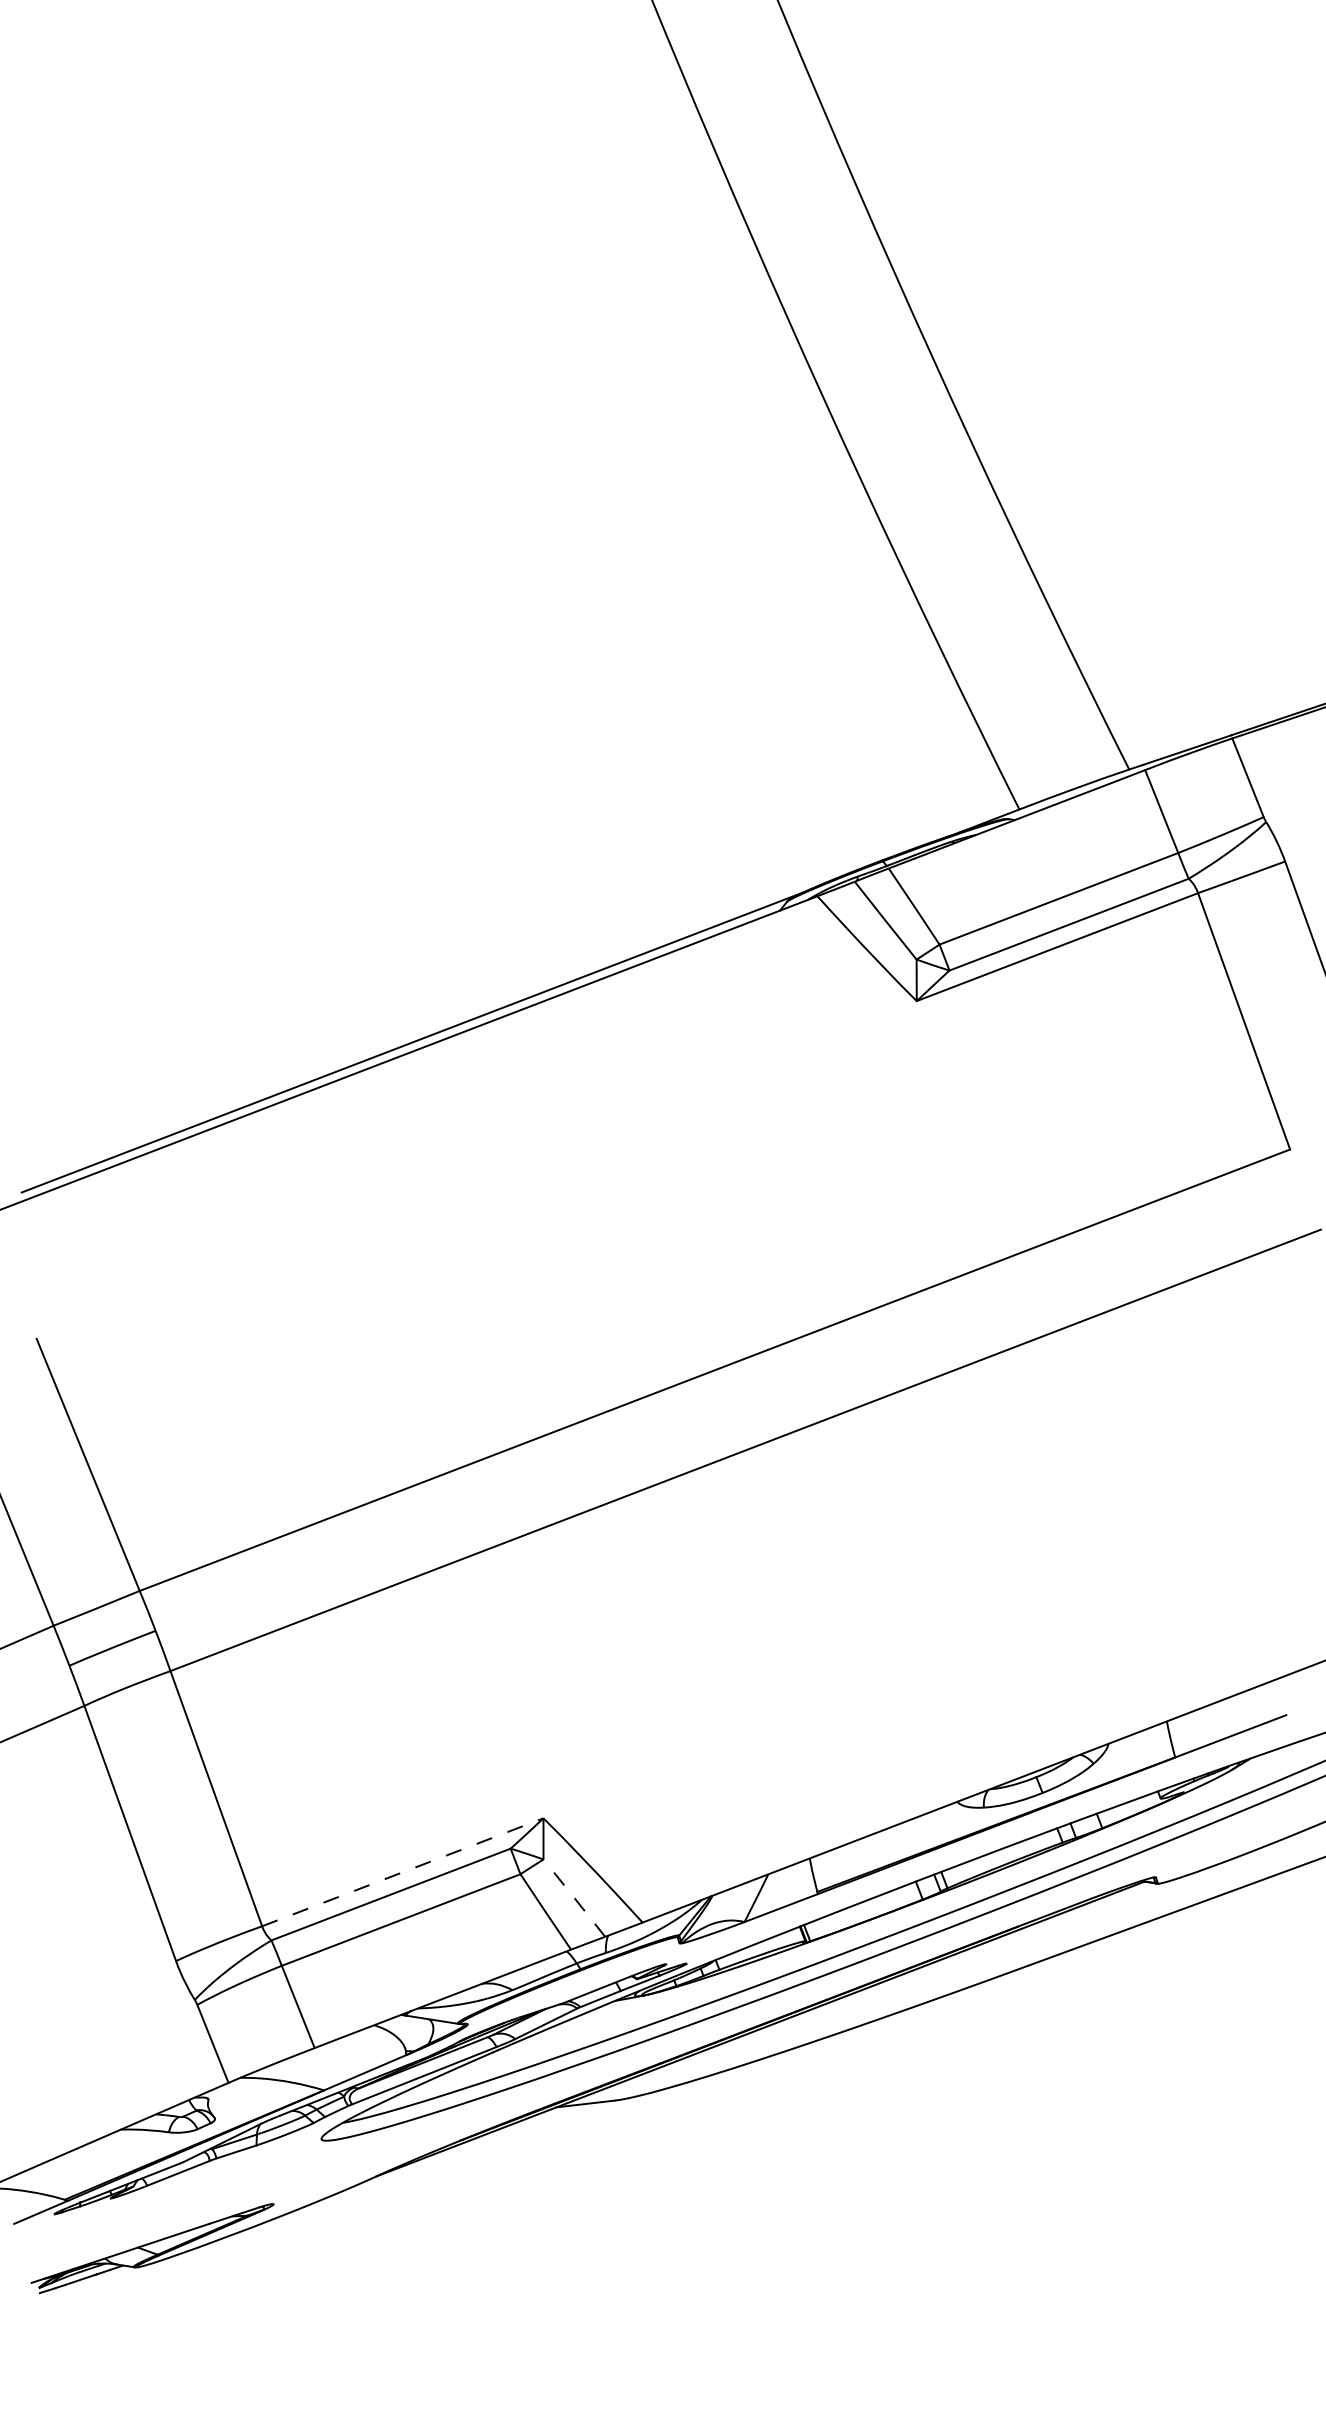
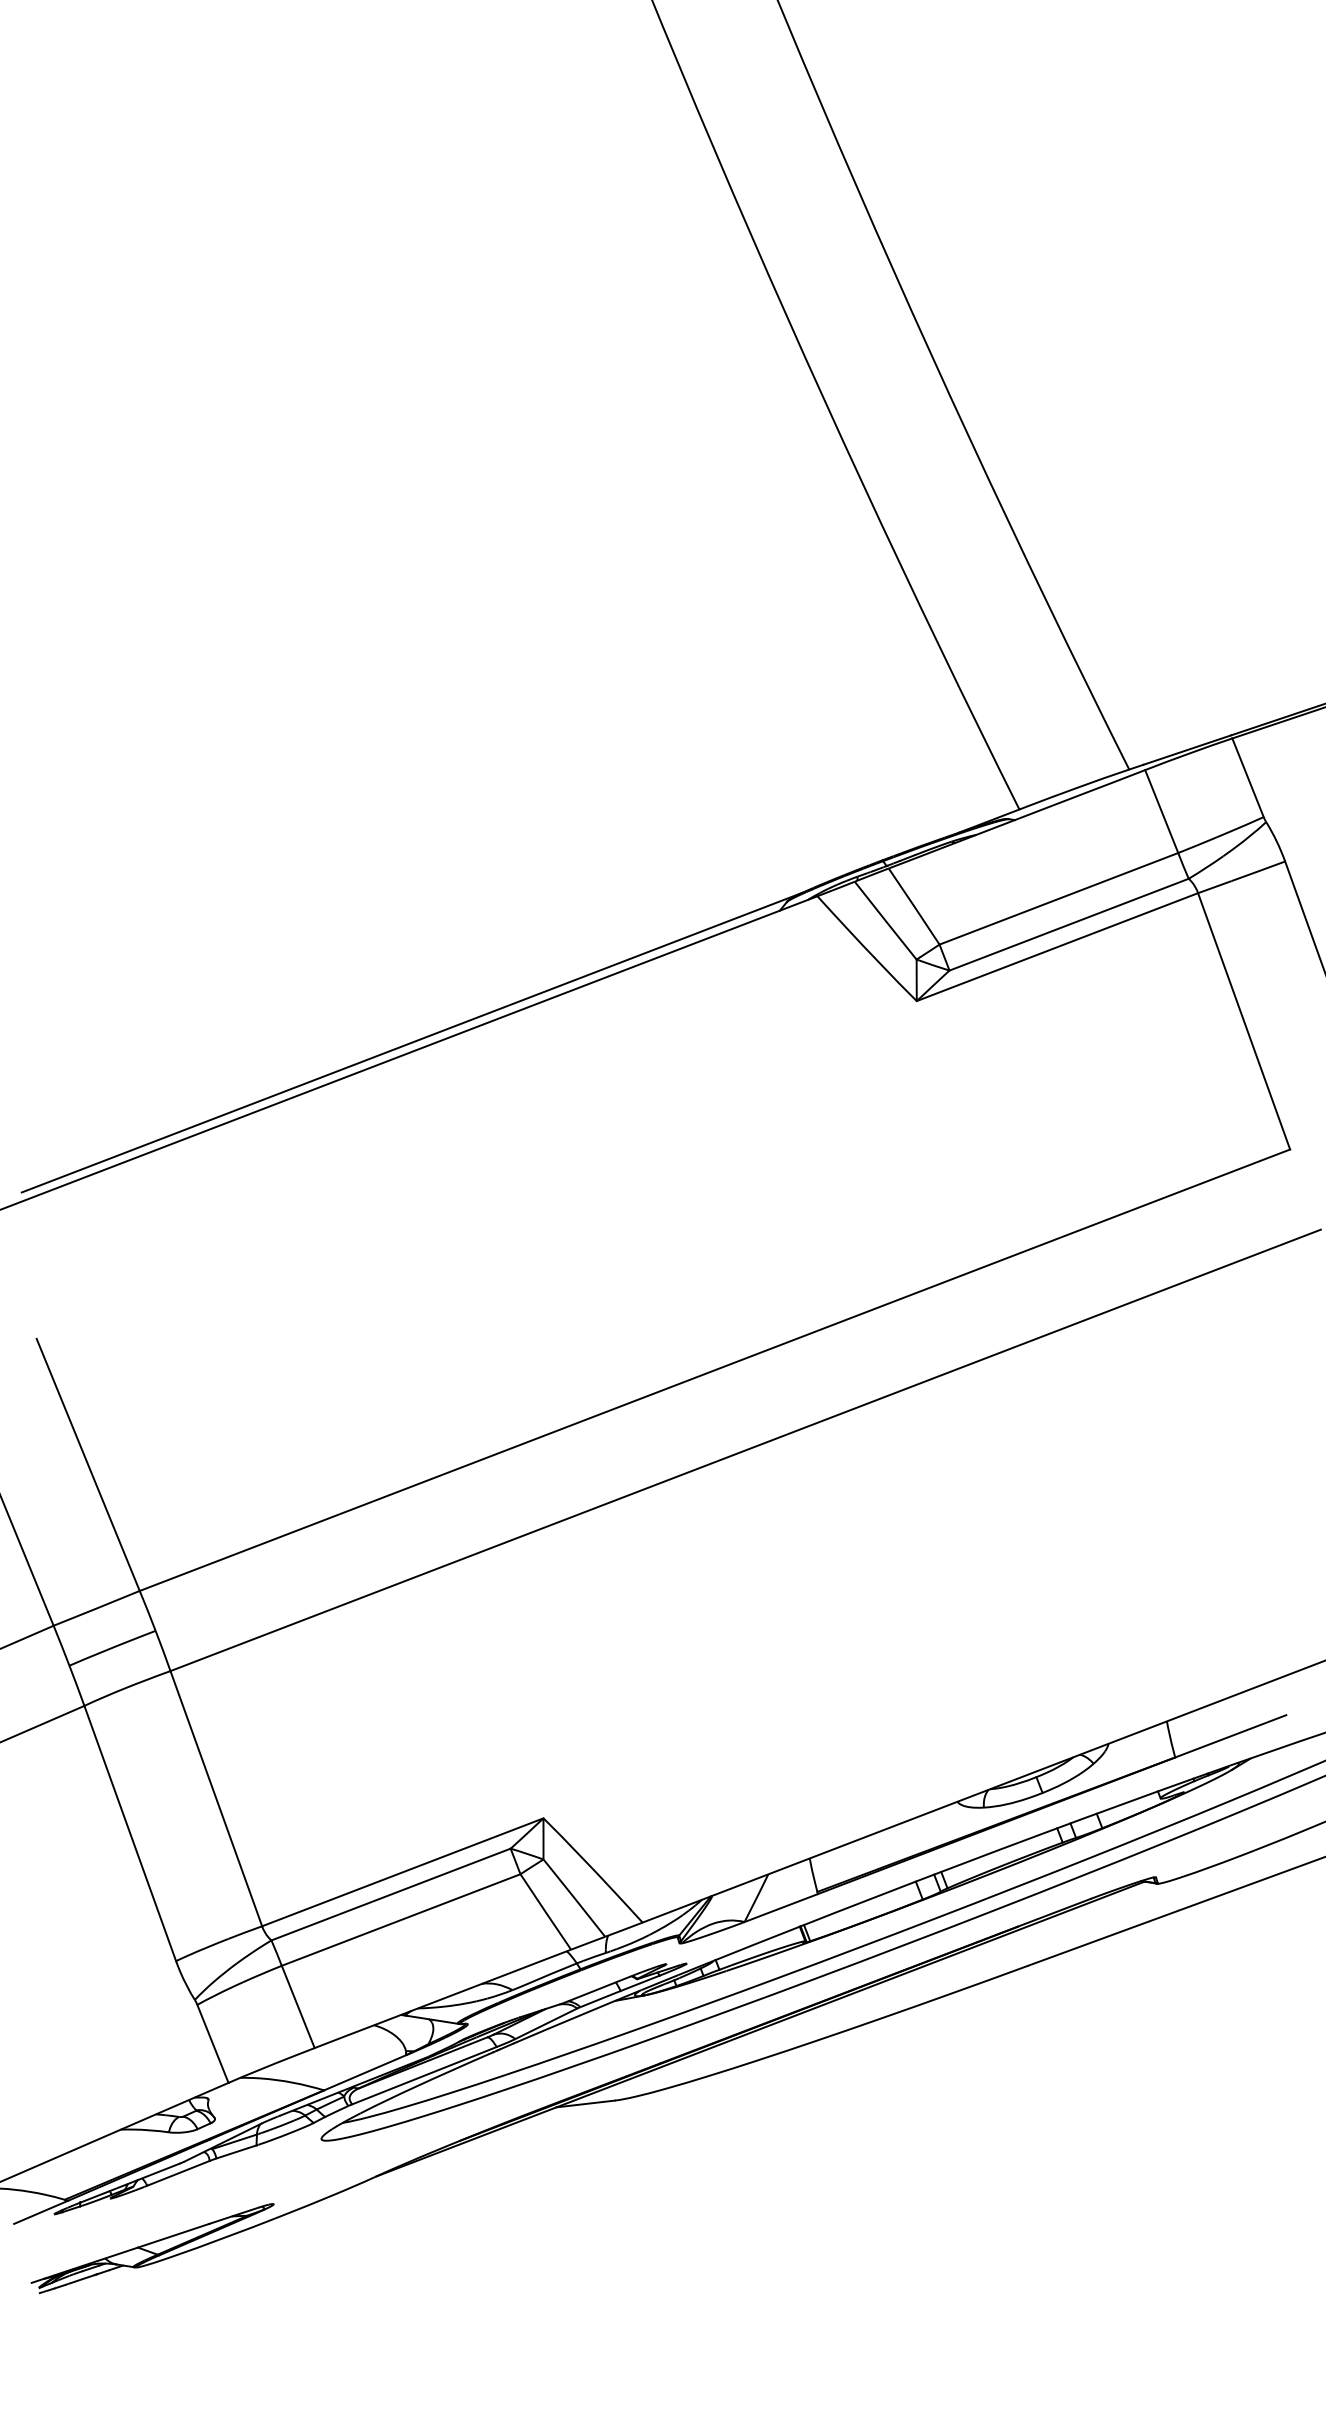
line at (402, 1872): dashed -> solid
arc at (574, 1898): dashed -> solid
